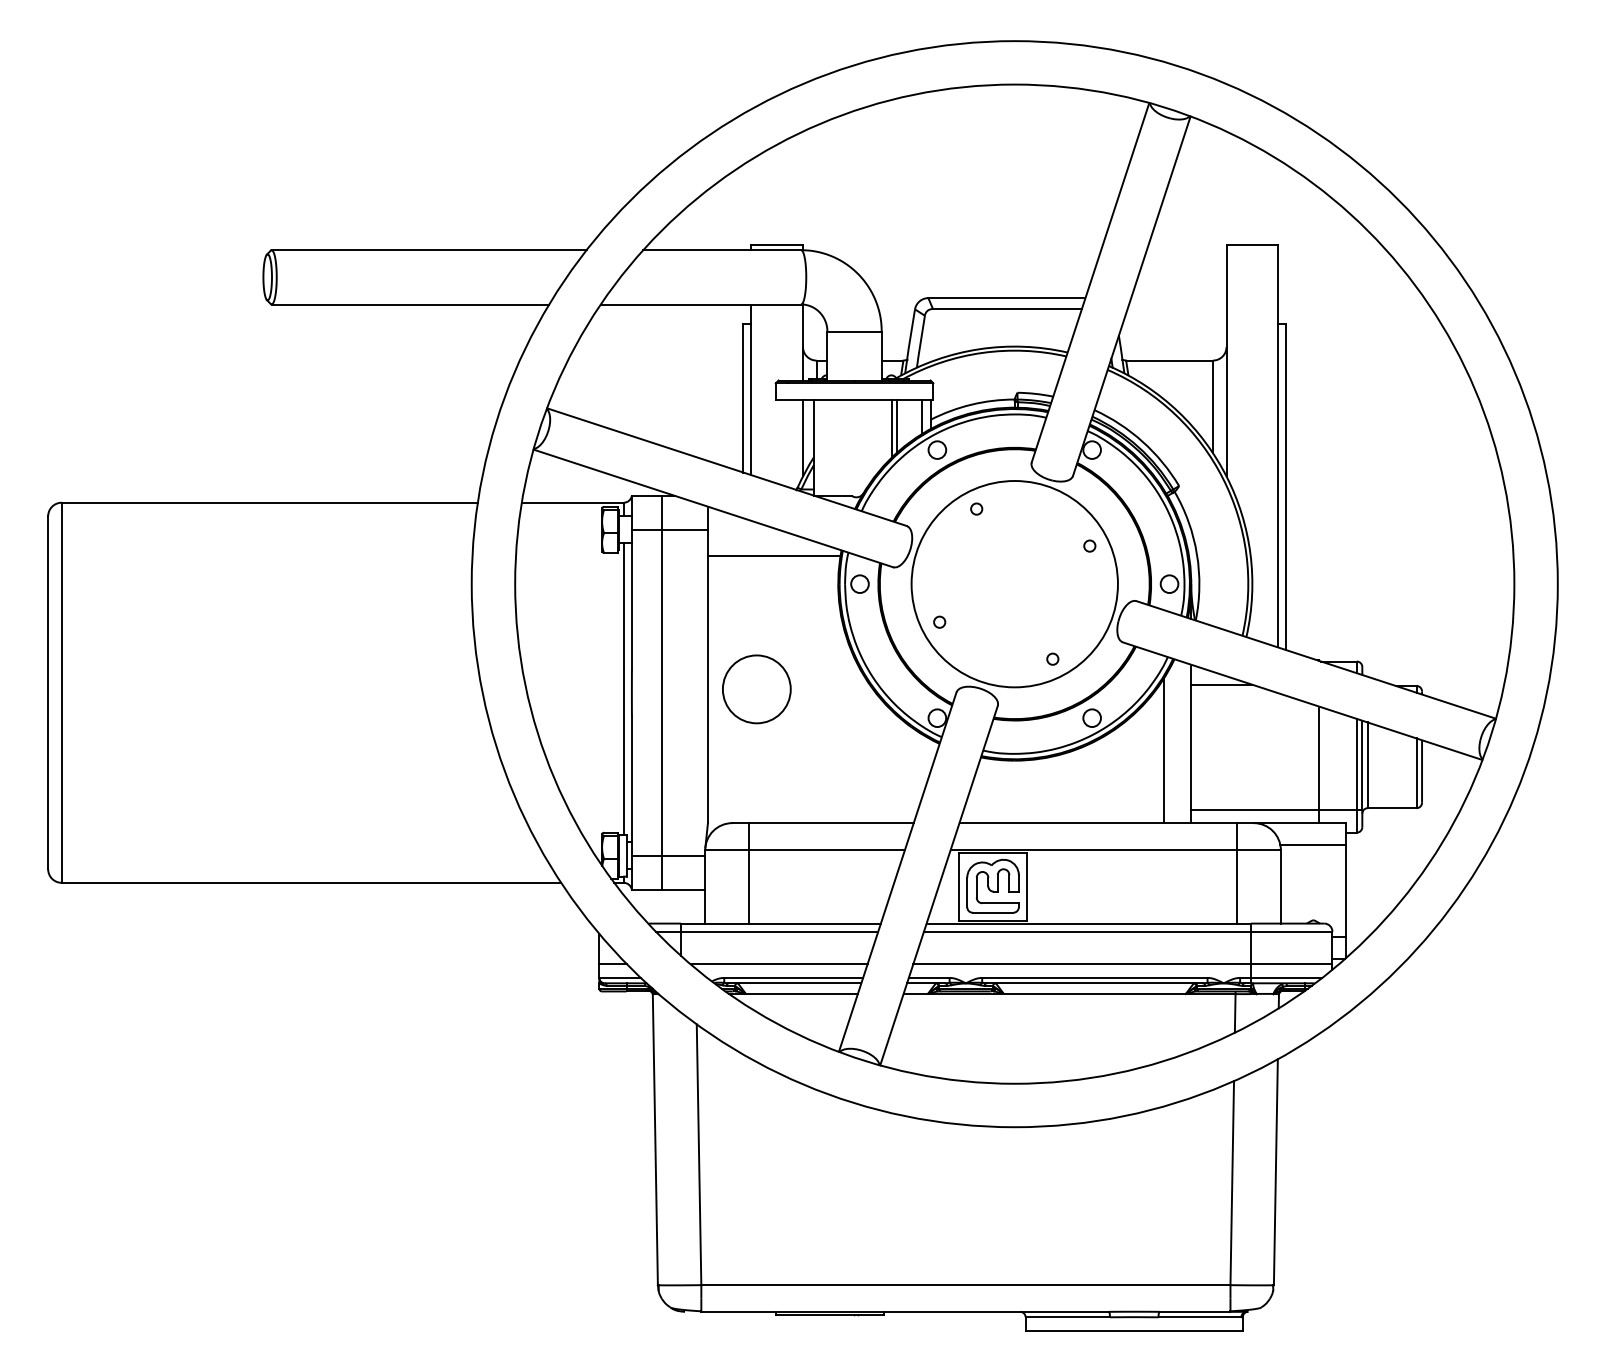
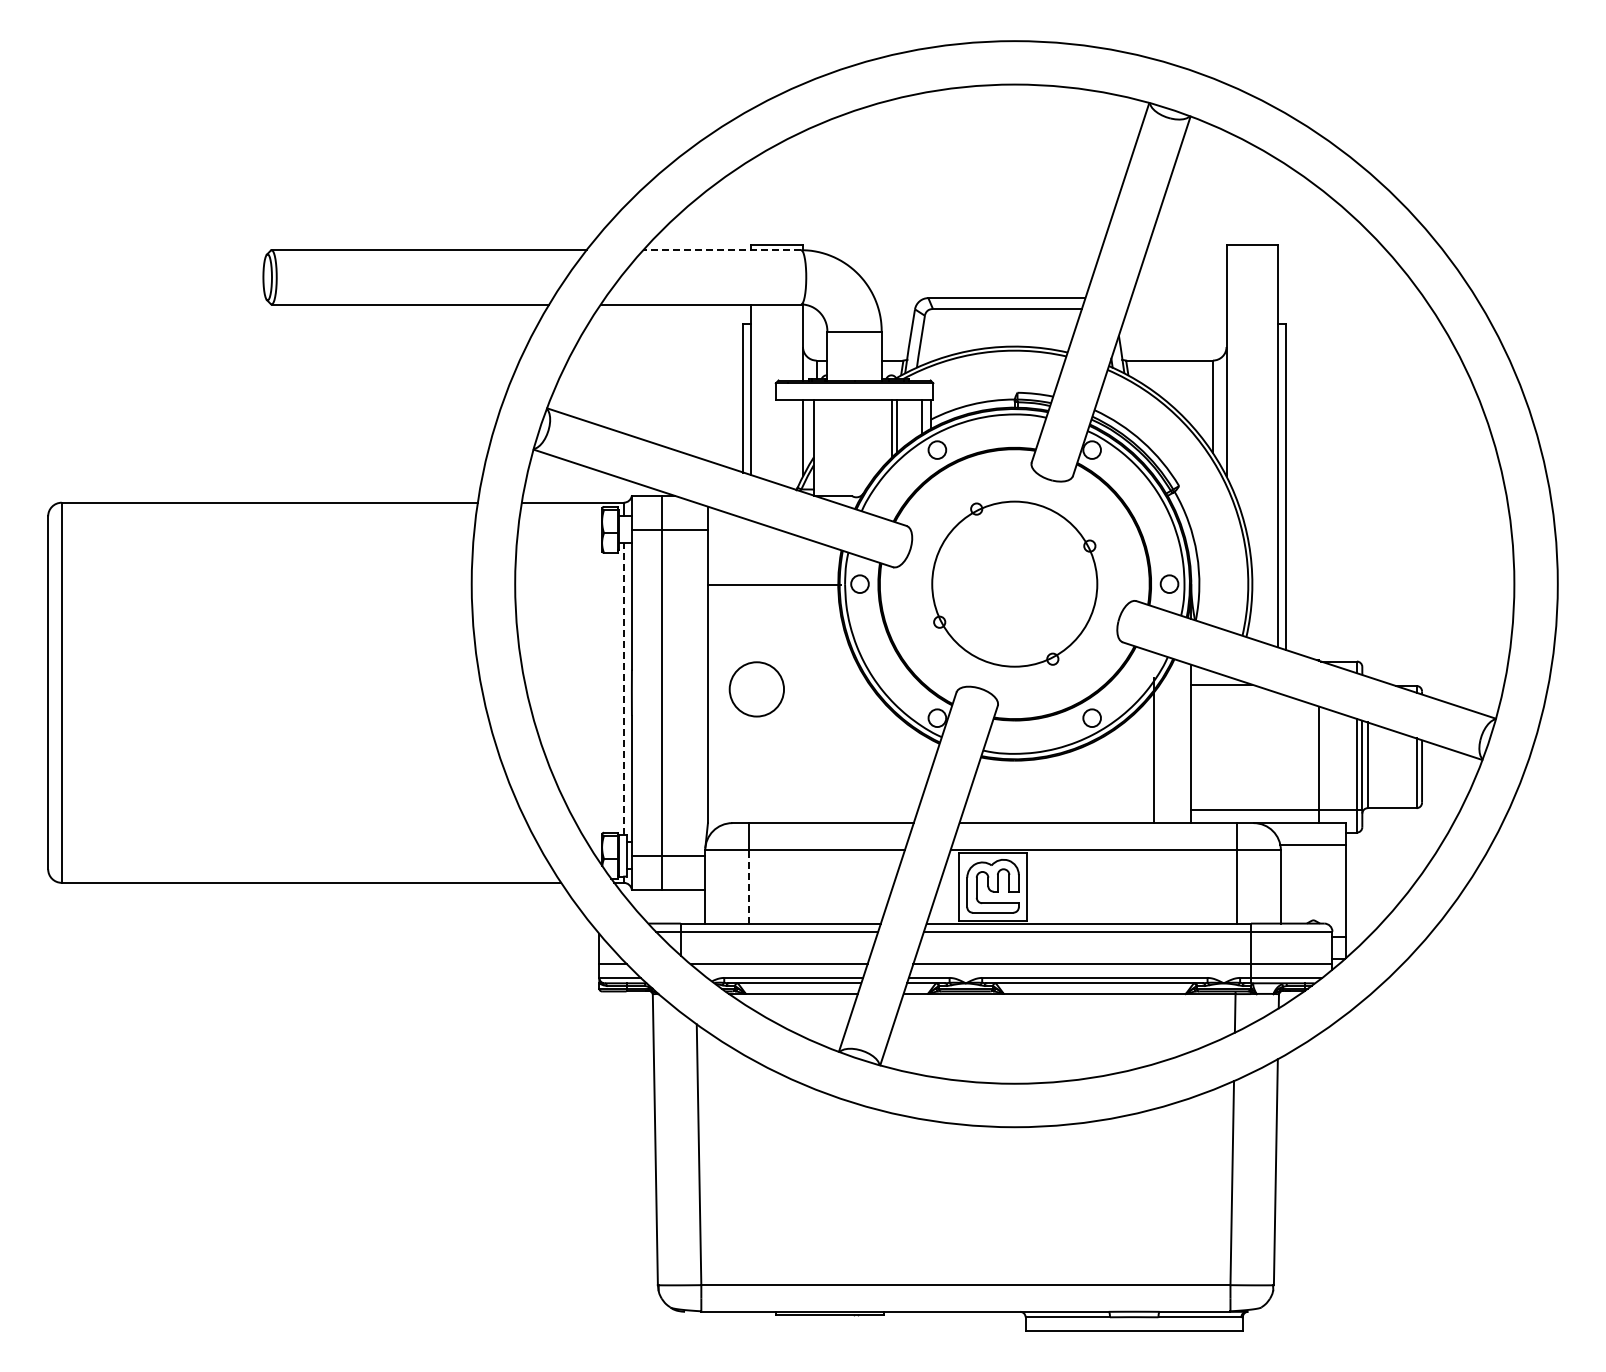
line at (722, 250): solid -> dashed
line at (773, 555) position: (773, 555) -> (773, 584)
circle at (1014, 584) diameter: 206 px -> 165 px
line at (623, 689): solid -> dashed
circle at (756, 689) size: 70x71 px -> 57x57 px
line at (1164, 750) position: (1164, 750) -> (1154, 750)
line at (748, 886): solid -> dashed
